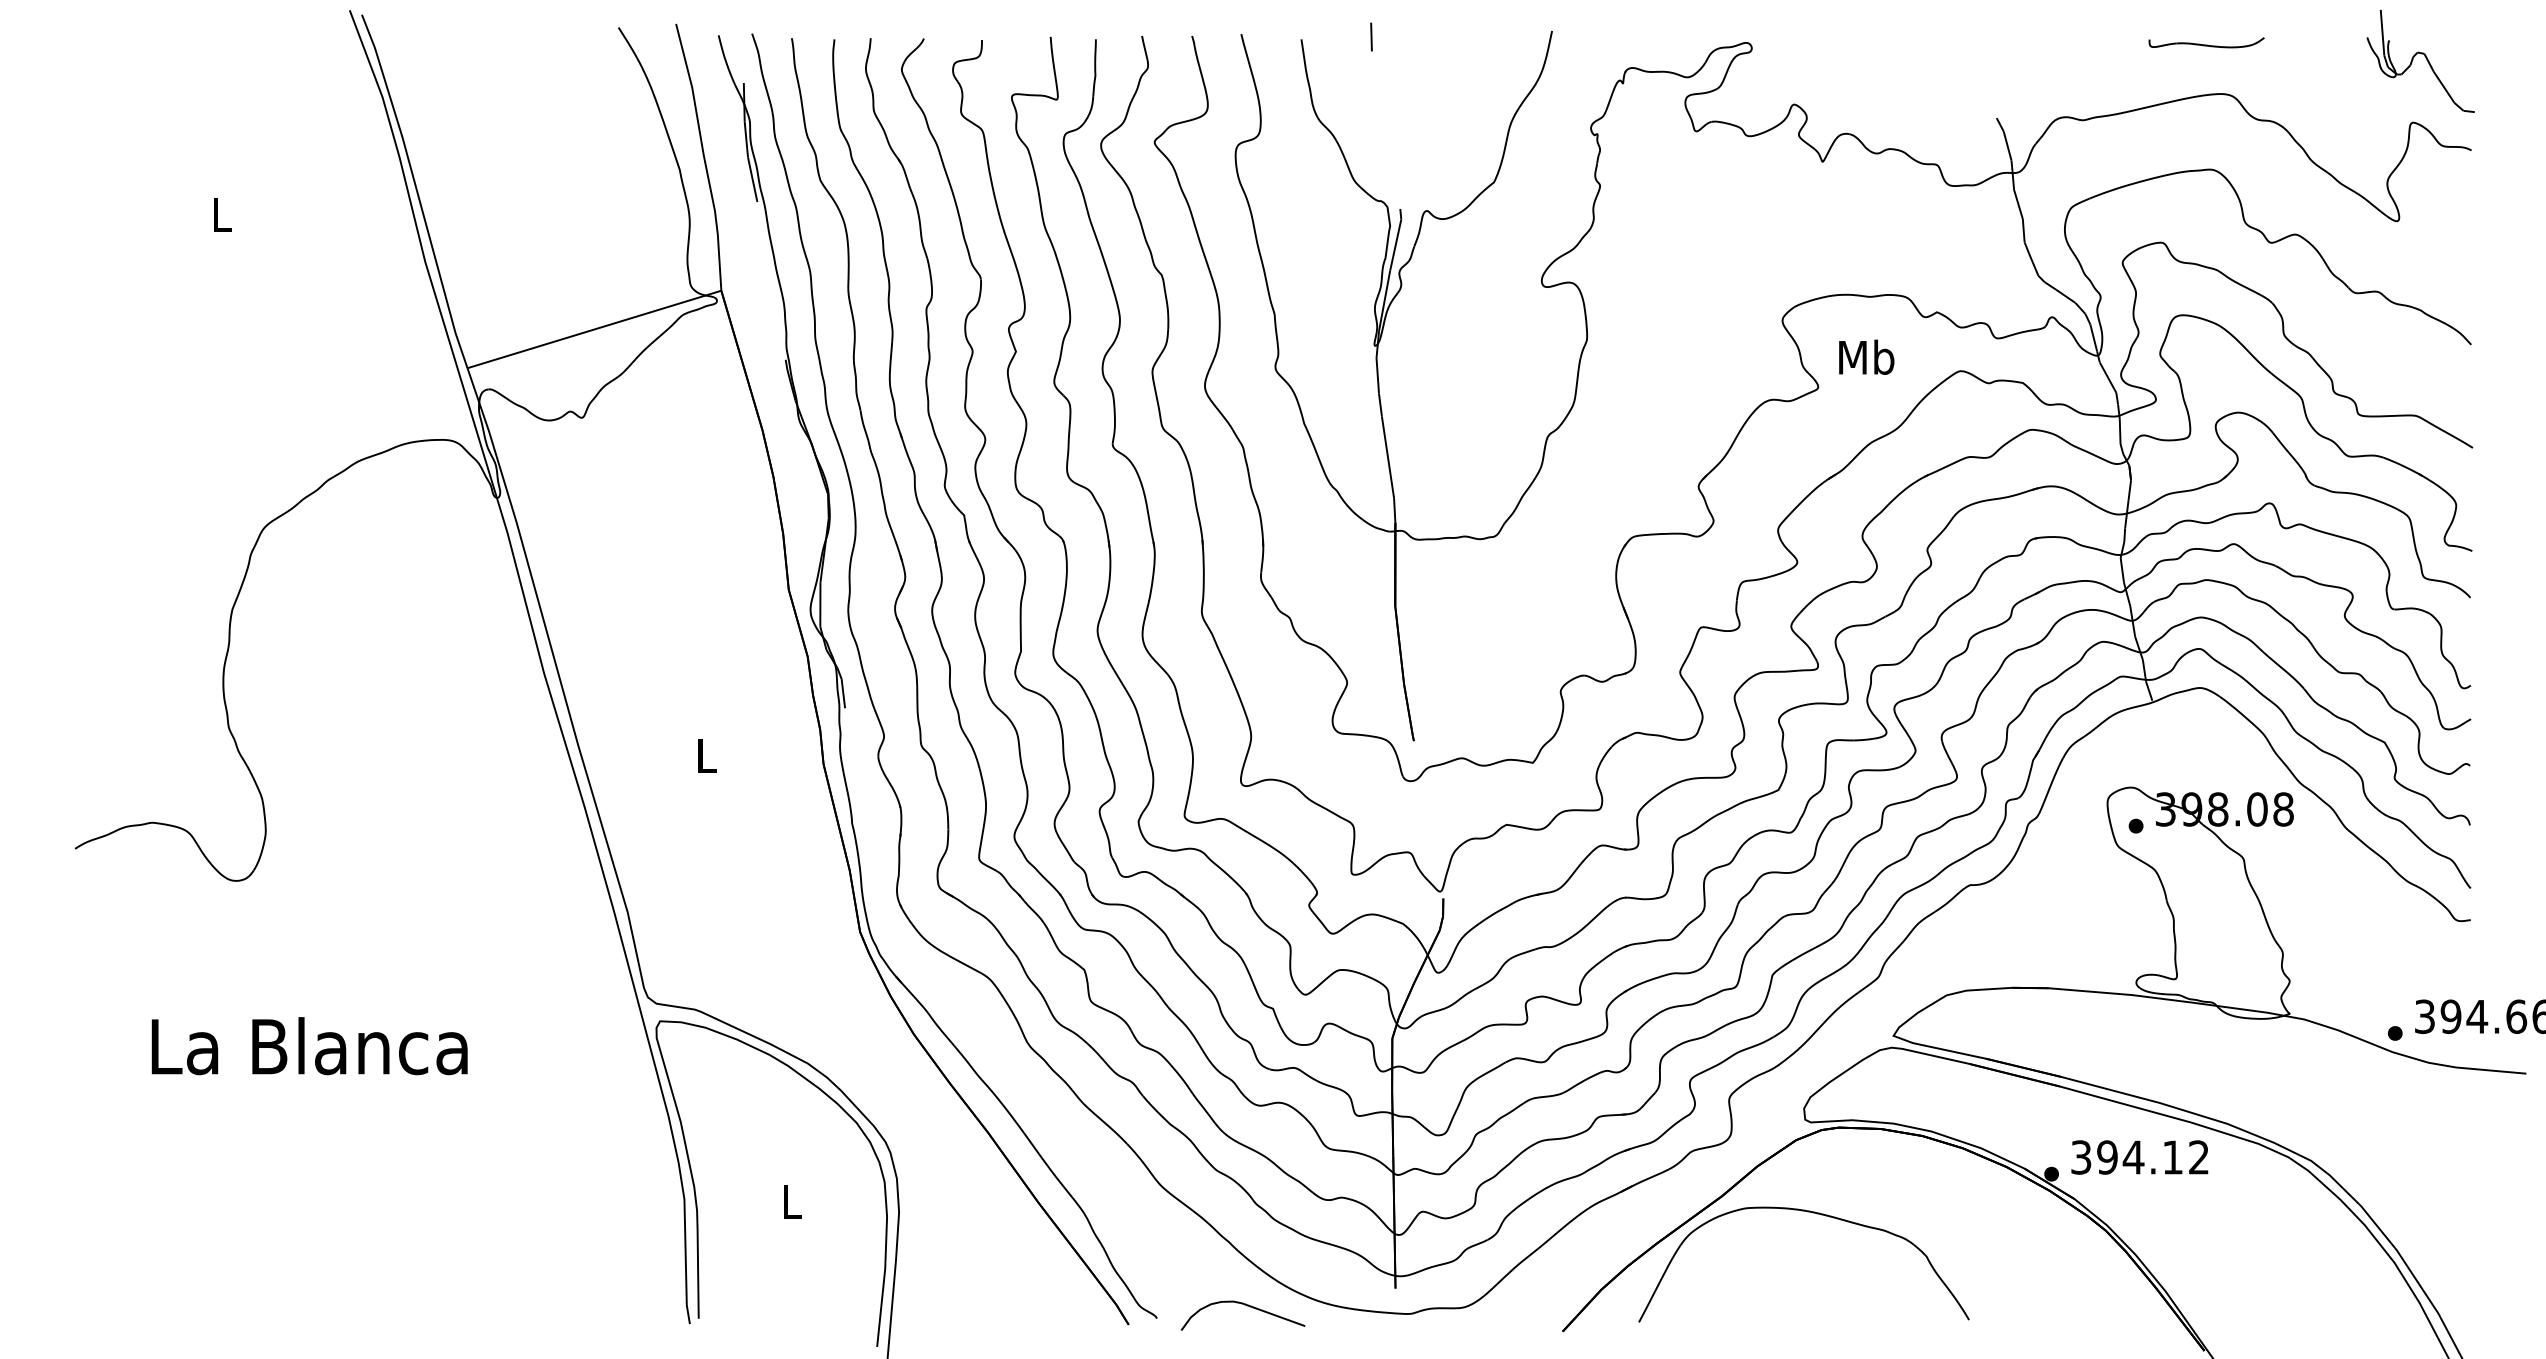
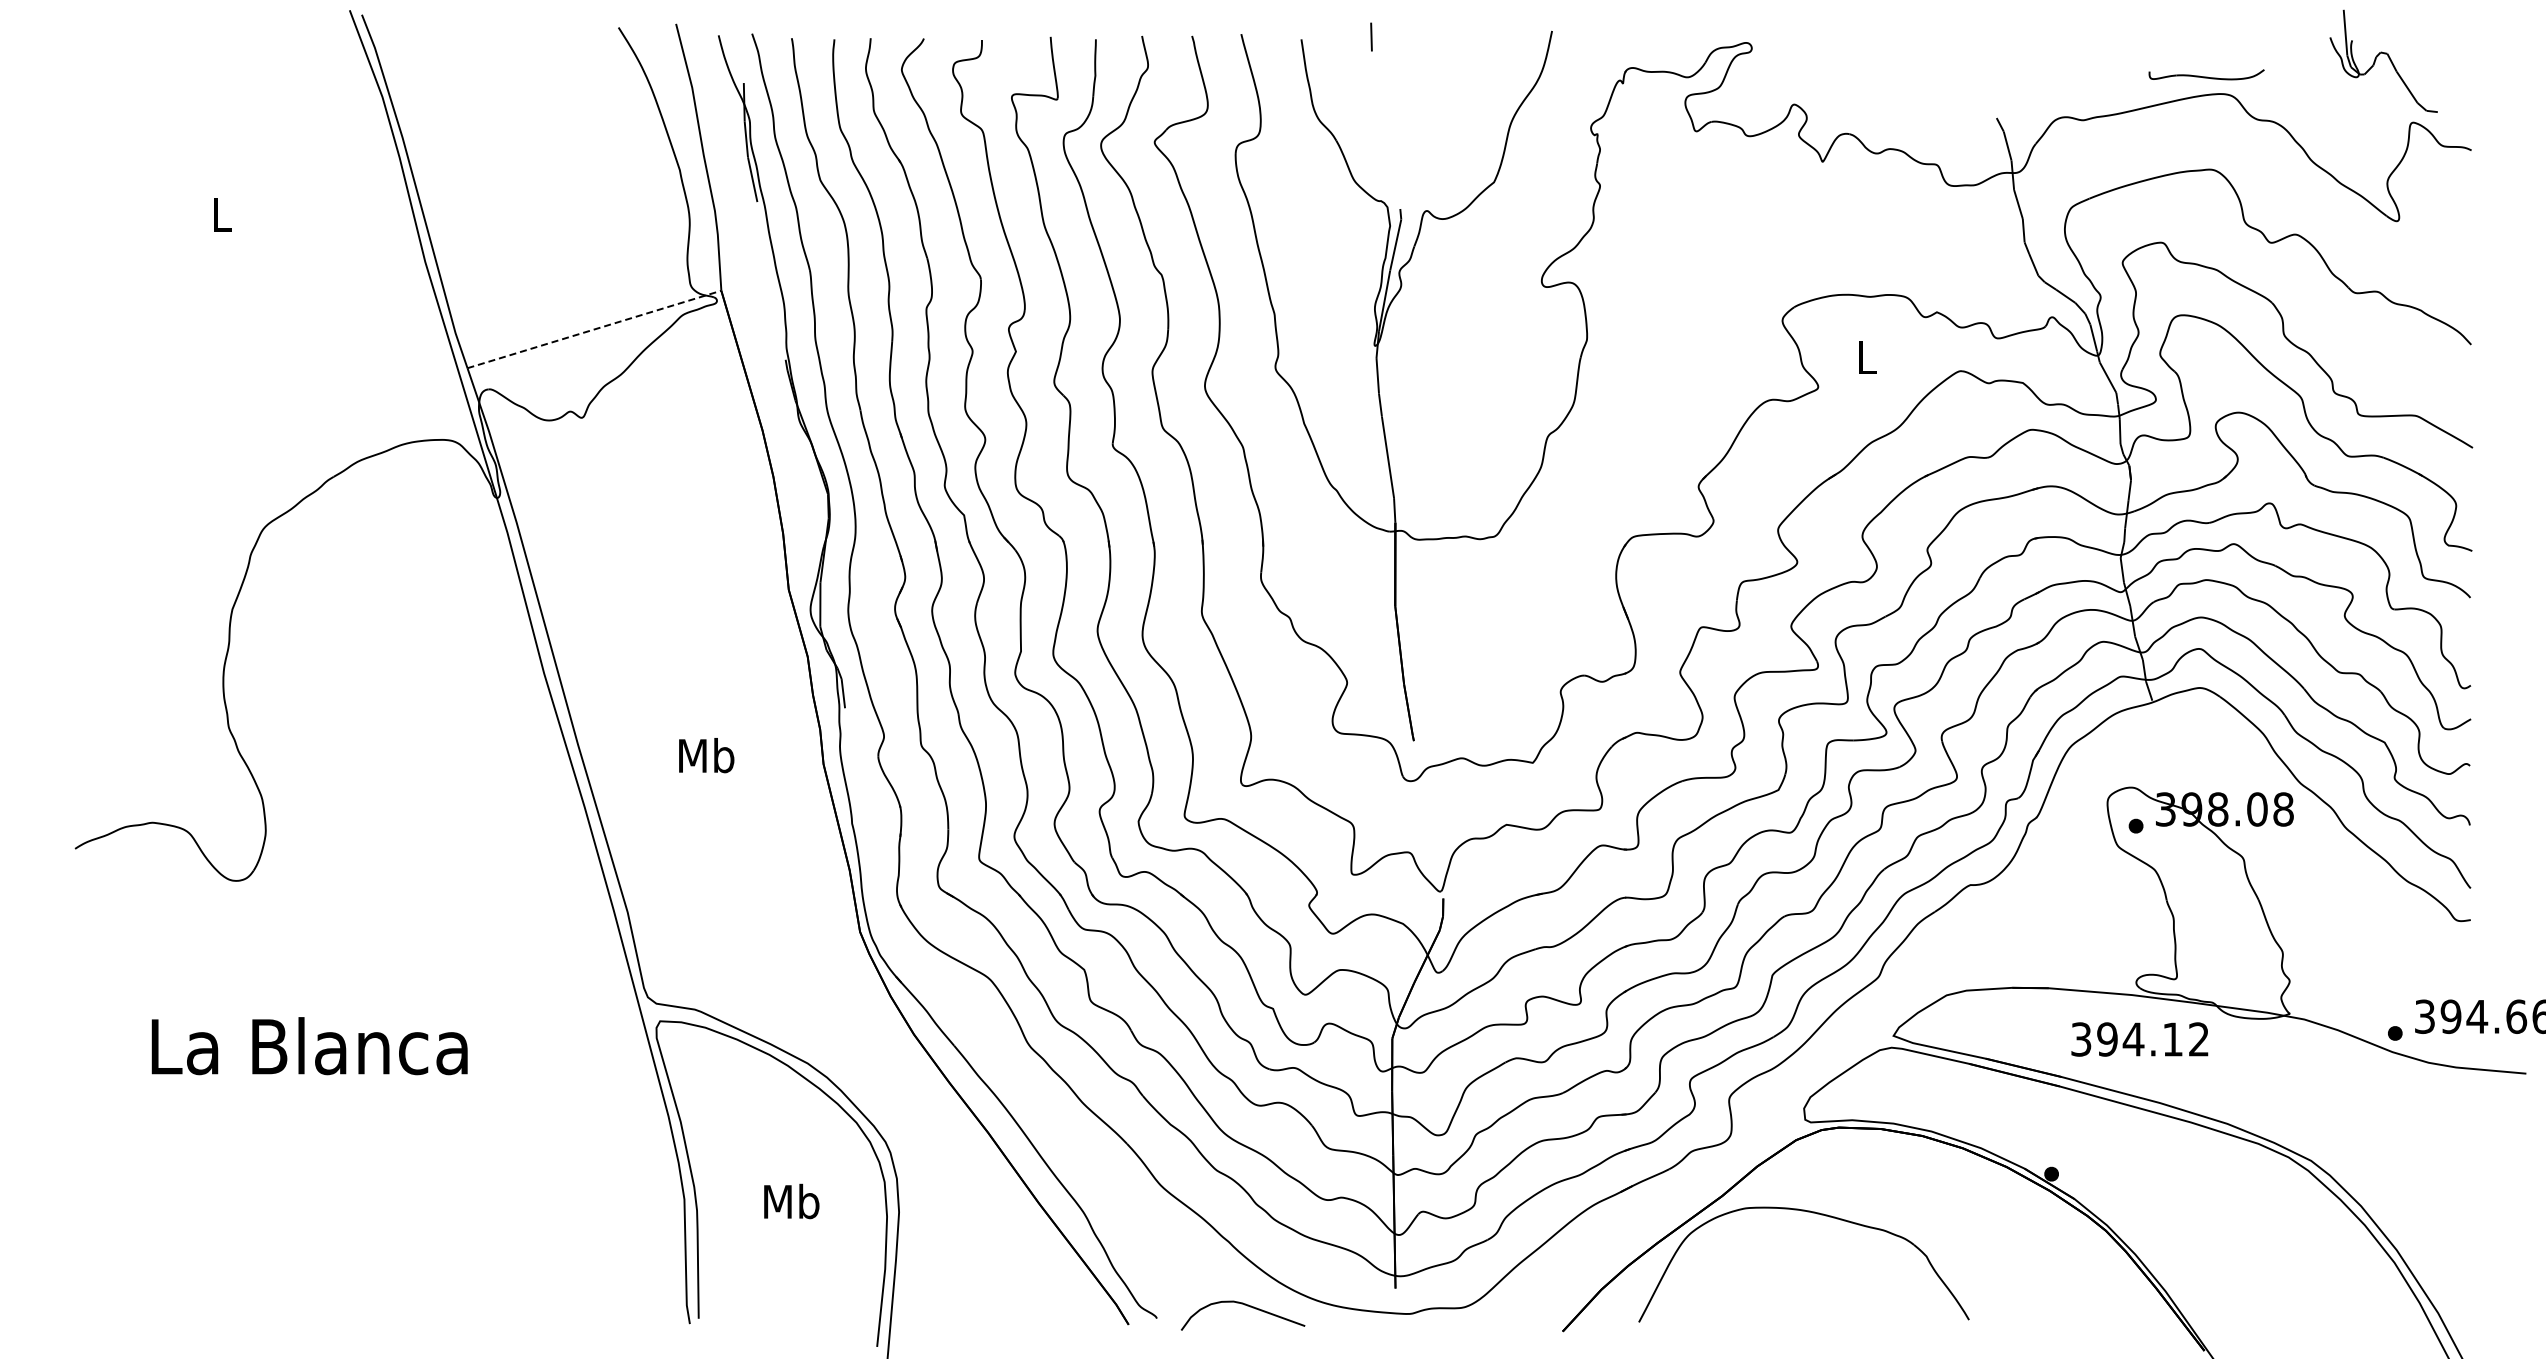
part at (2206, 42) position: (2206, 42) -> (2206, 74)
part at (2420, 60) position: (2420, 60) -> (2383, 60)
line at (594, 329): solid -> dashed
text at (1866, 356): Mb -> L
text at (706, 755): L -> Mb
text at (2139, 1157) position: (2139, 1157) -> (2139, 1039)
text at (791, 1201): L -> Mb
